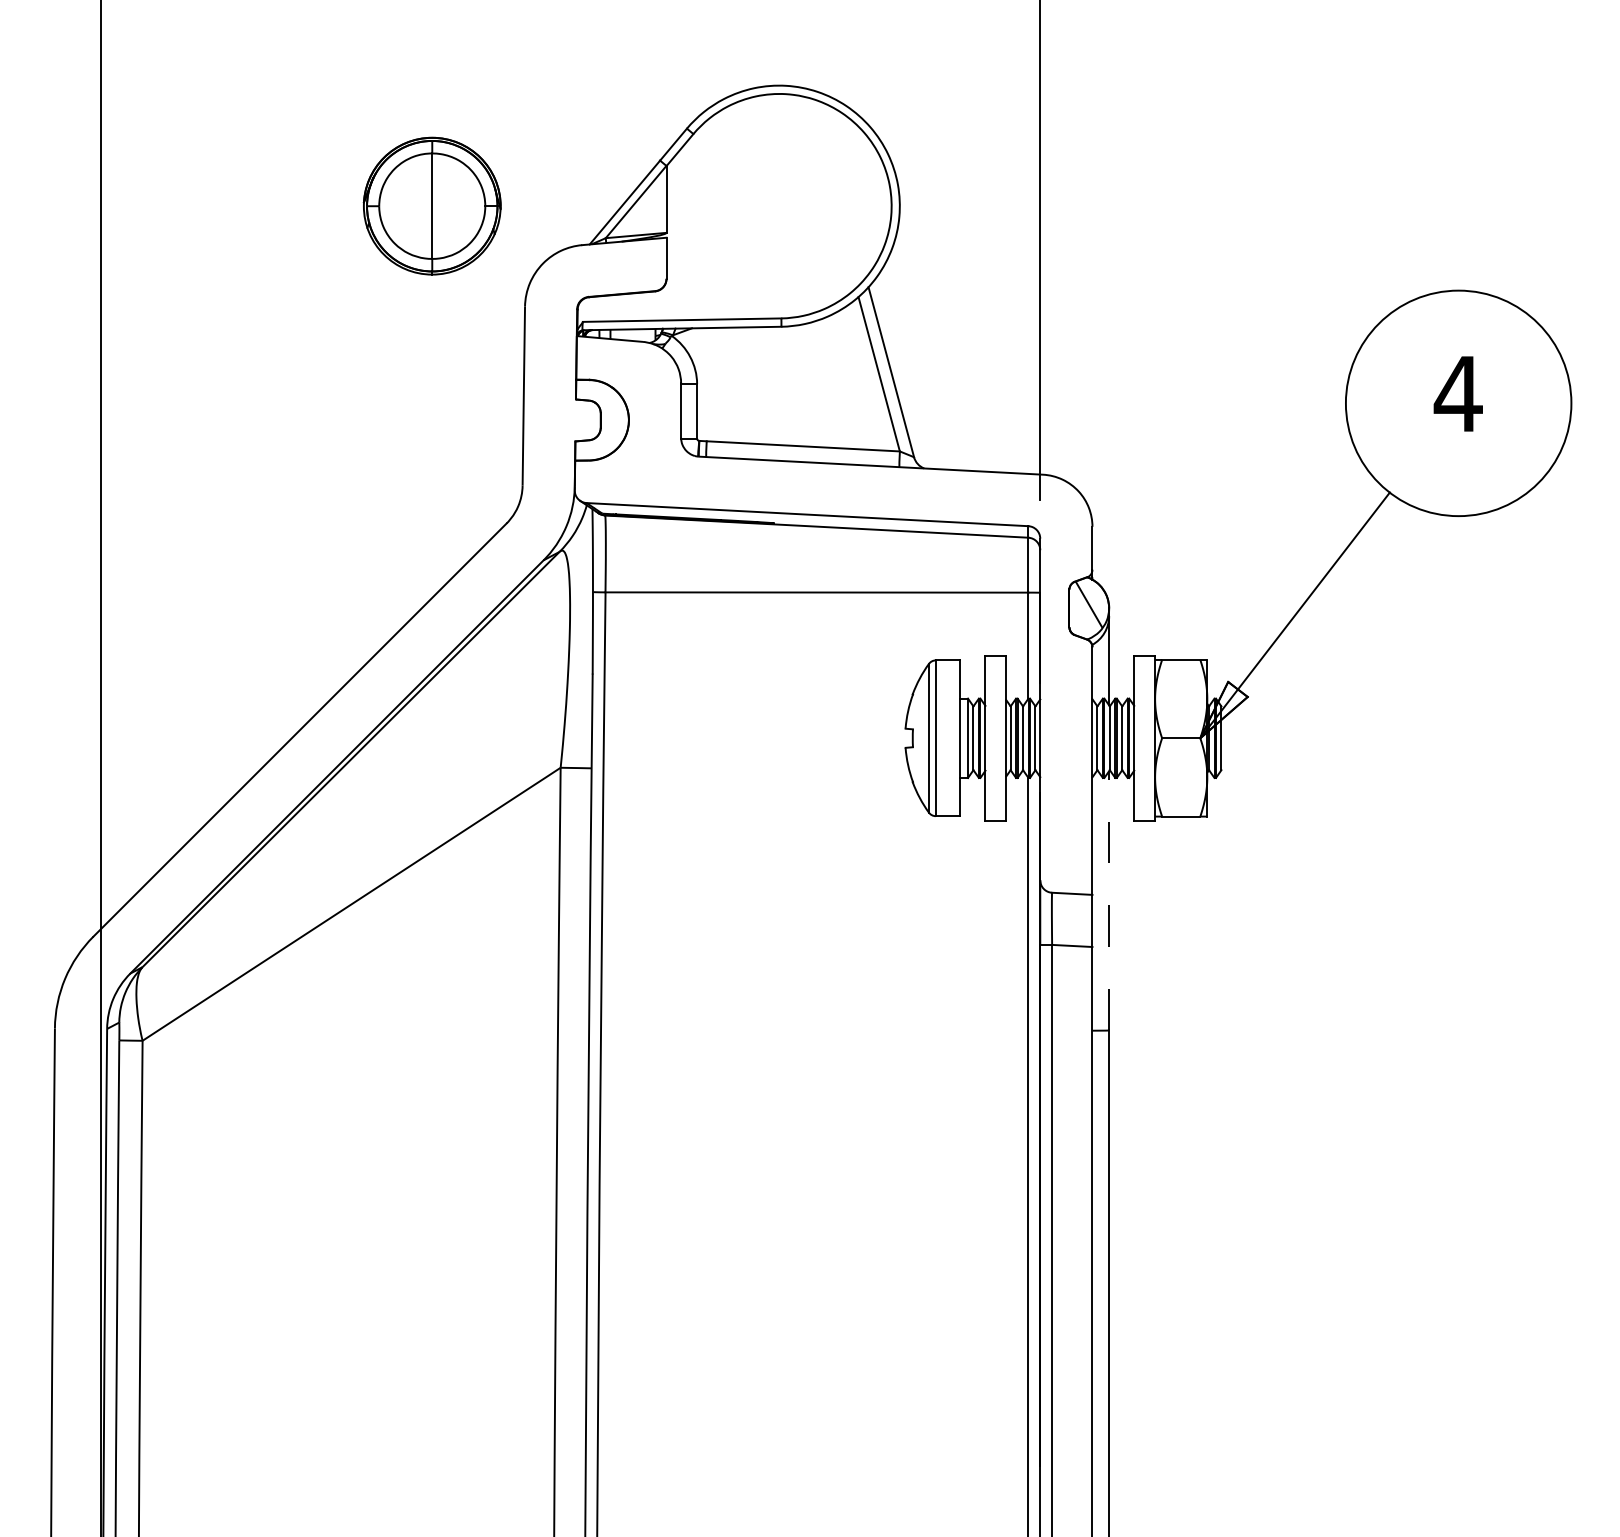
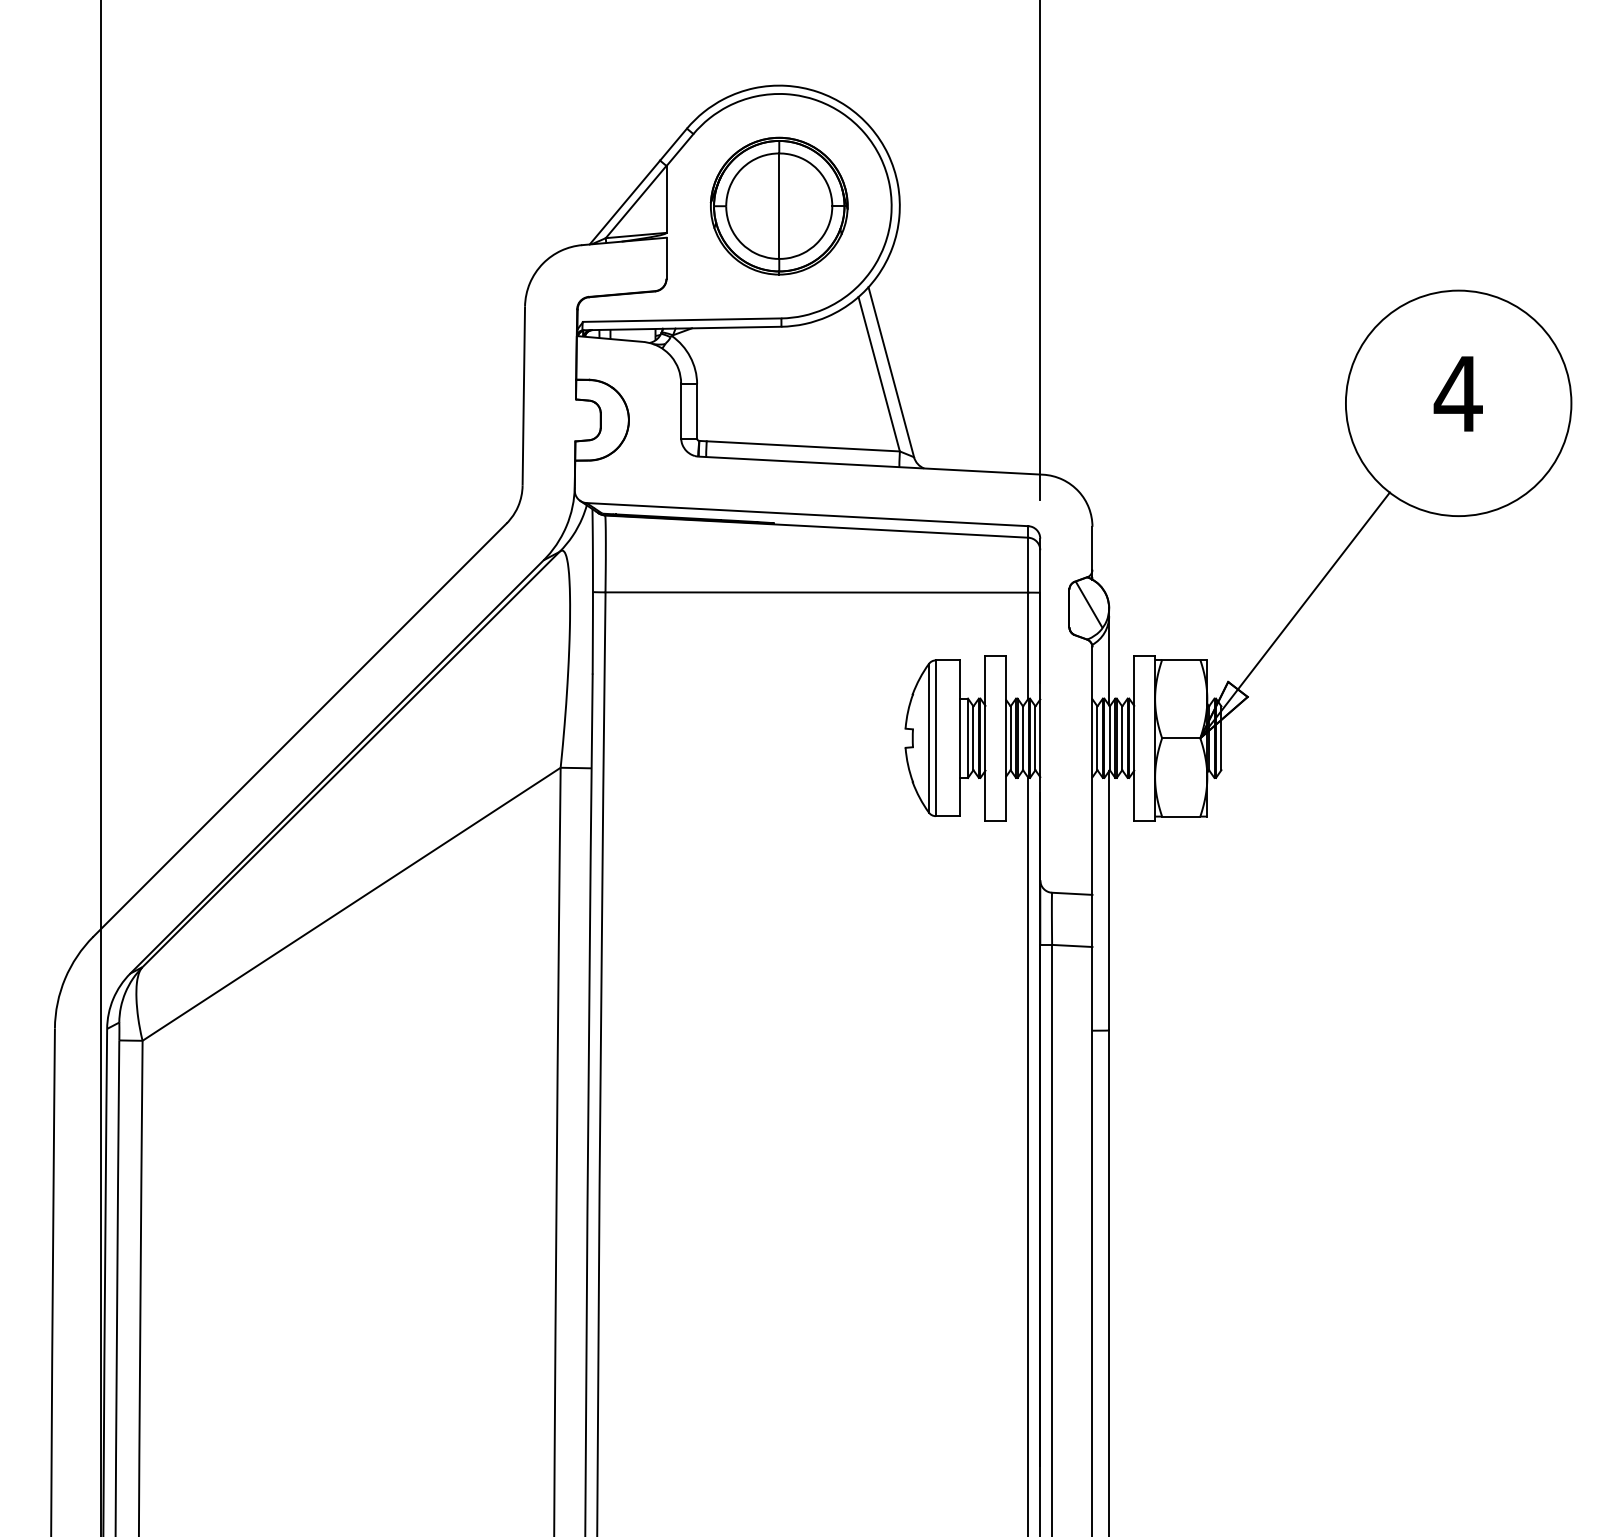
part at (431, 205) position: (431, 205) -> (778, 205)
line at (1109, 900): dashed -> solid
